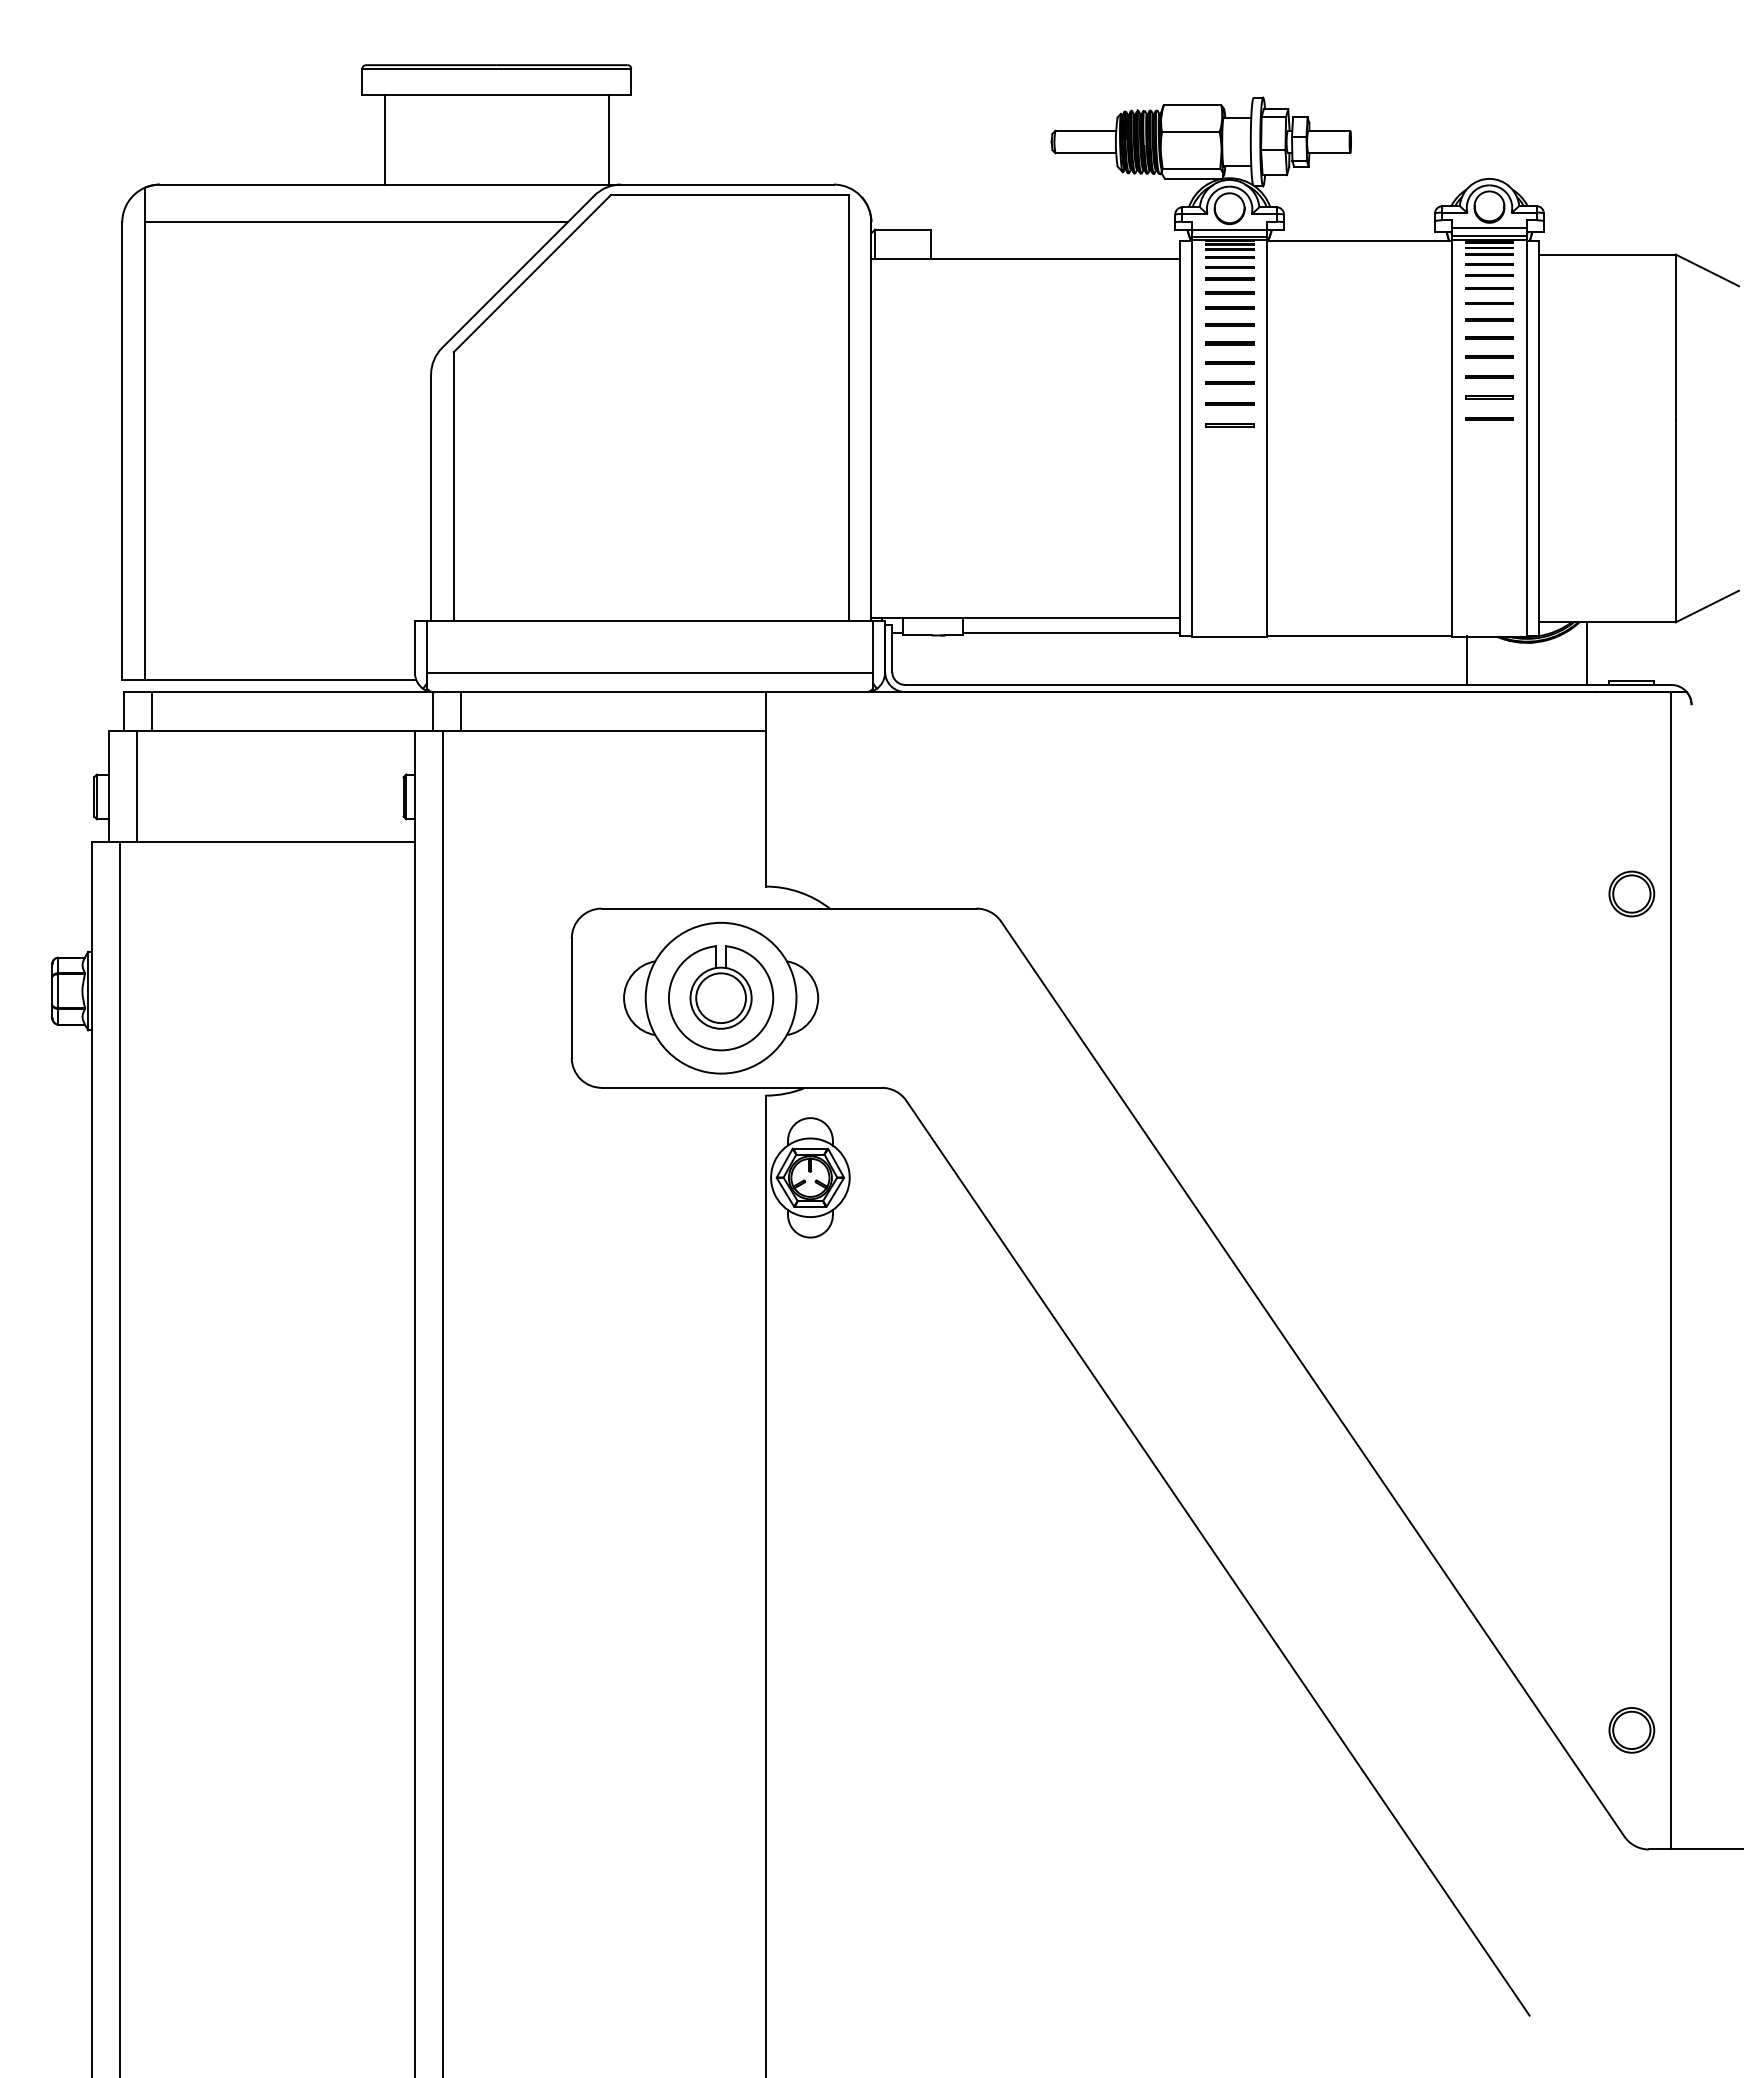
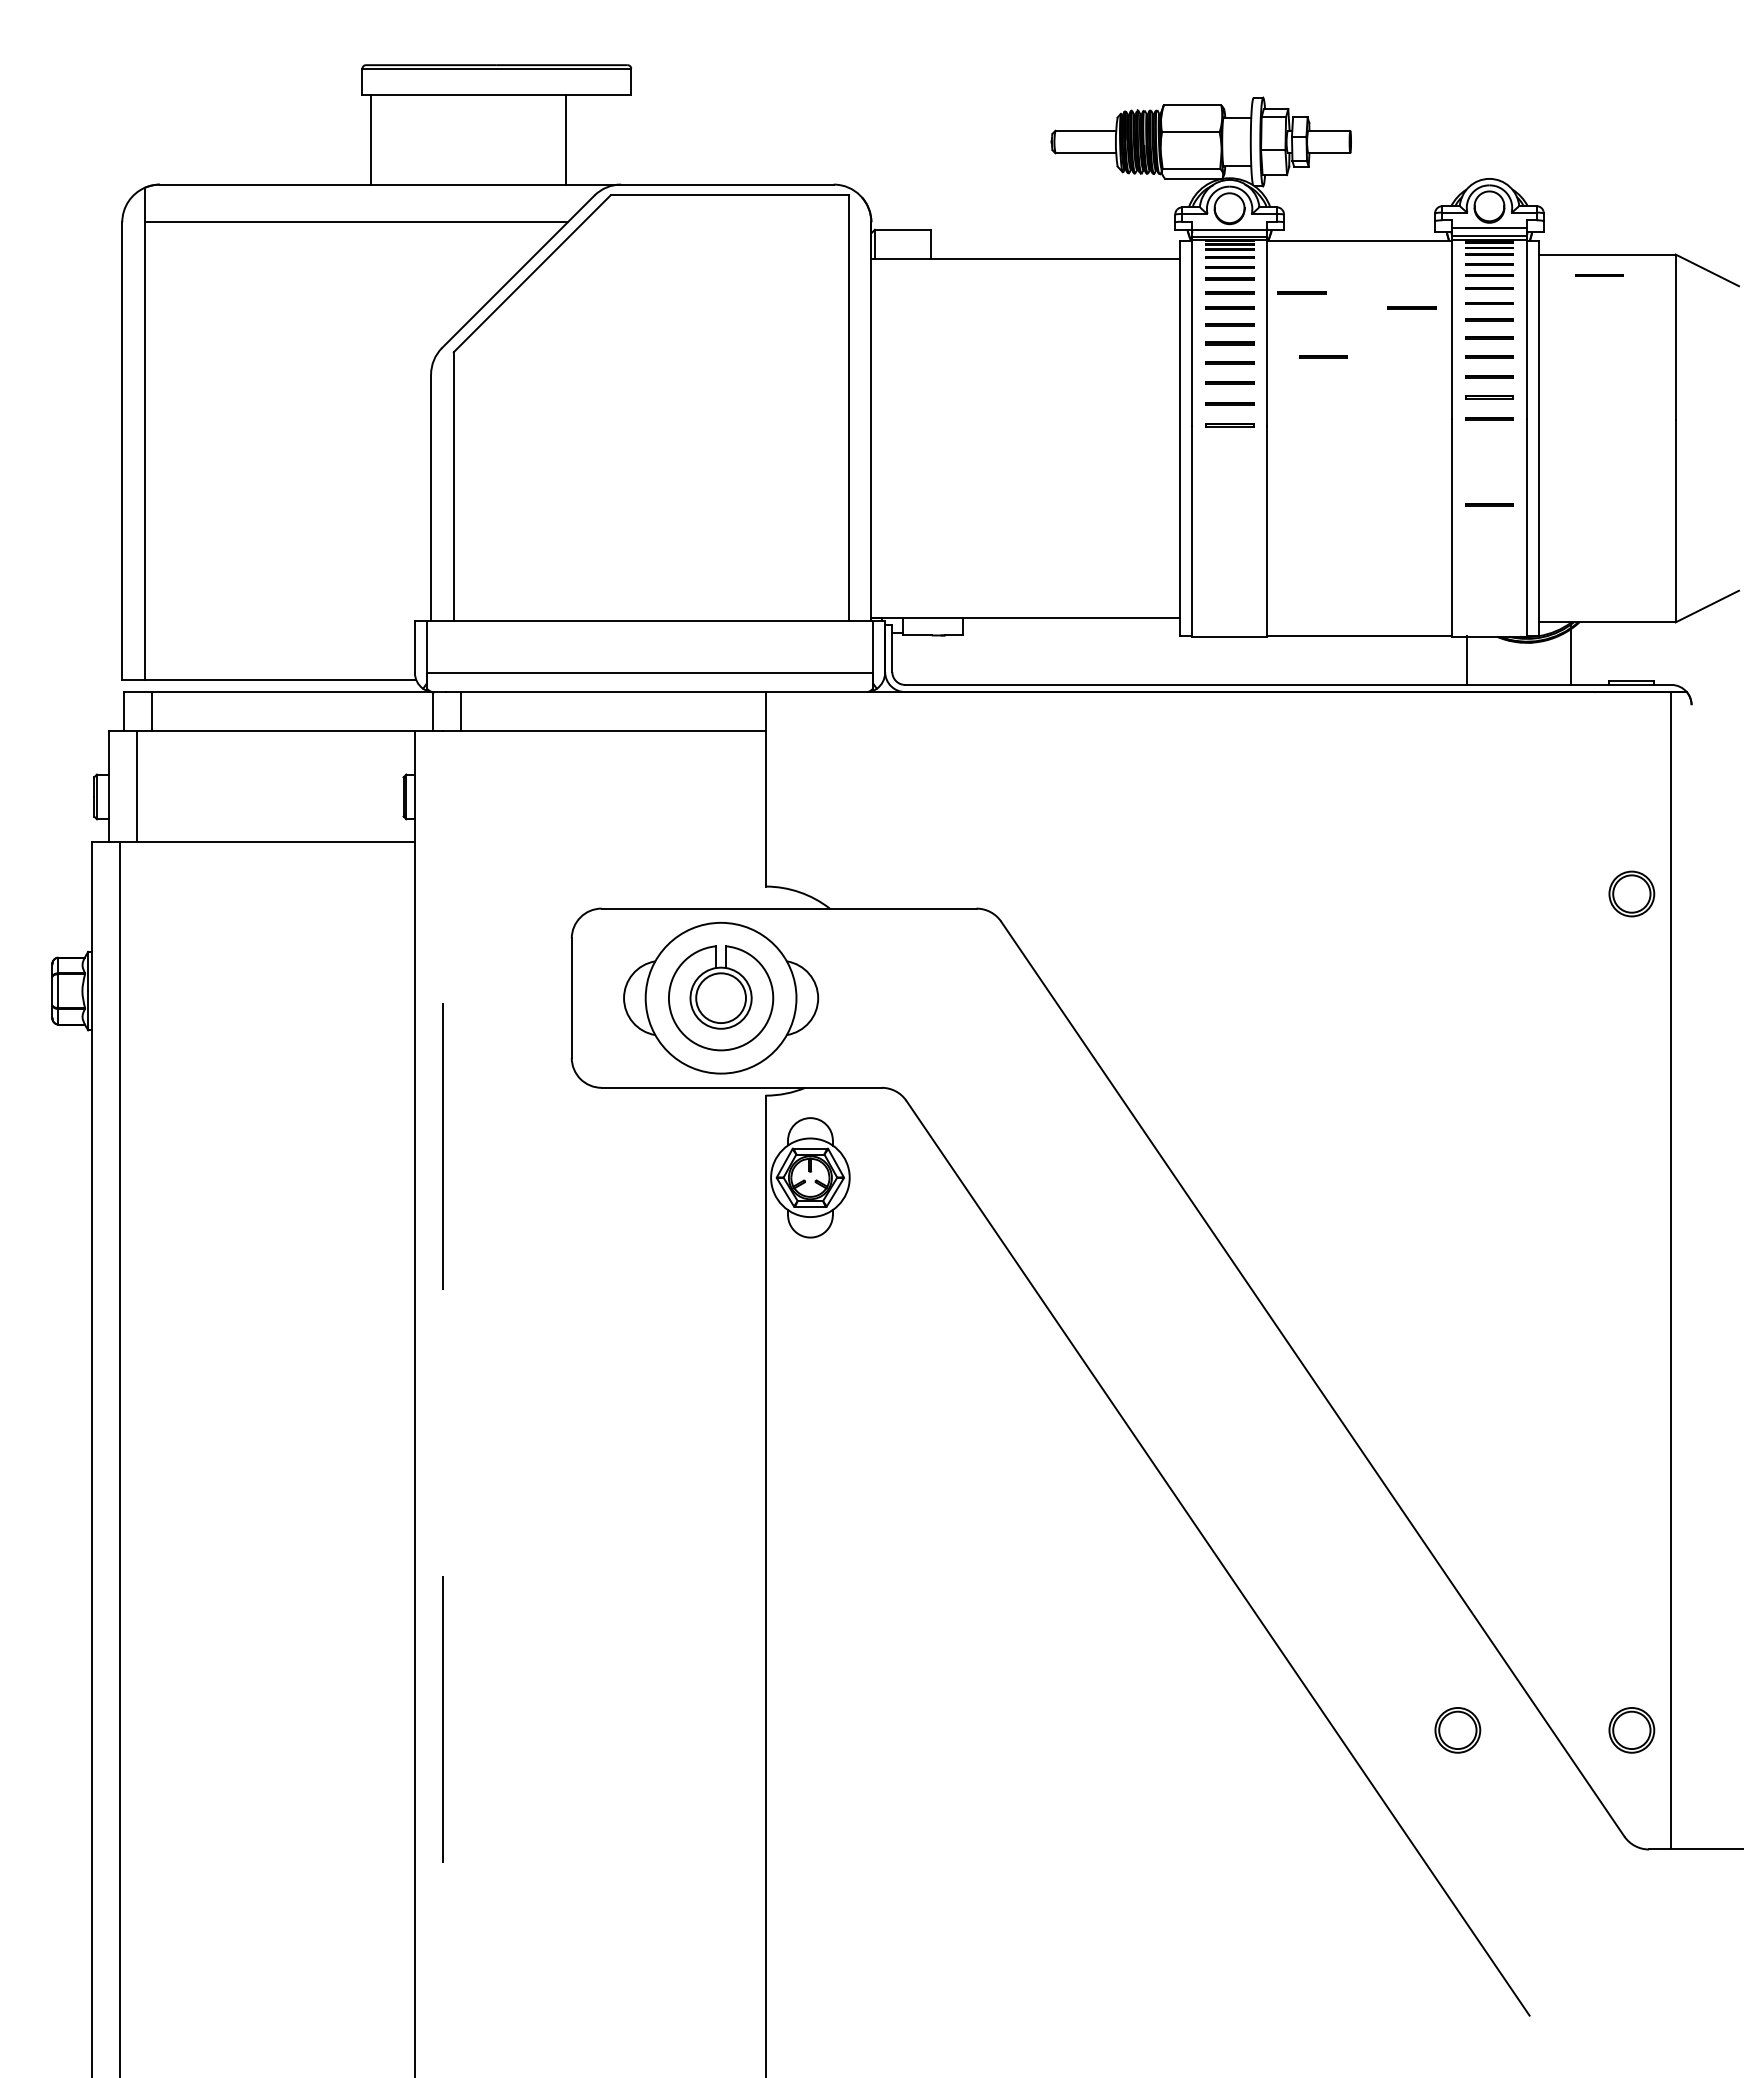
line at (384, 139) position: (384, 139) -> (370, 139)
line at (608, 139) position: (608, 139) -> (565, 139)
line at (1599, 275): none -> present
line at (1301, 292): none -> present
line at (1411, 307): none -> present
line at (1323, 356): none -> present
line at (1489, 504): none -> present
line at (1071, 632): present -> none
line at (1586, 653) position: (1586, 653) -> (1570, 653)
line at (442, 1404): solid -> dashed
part at (1457, 1730): none -> present
